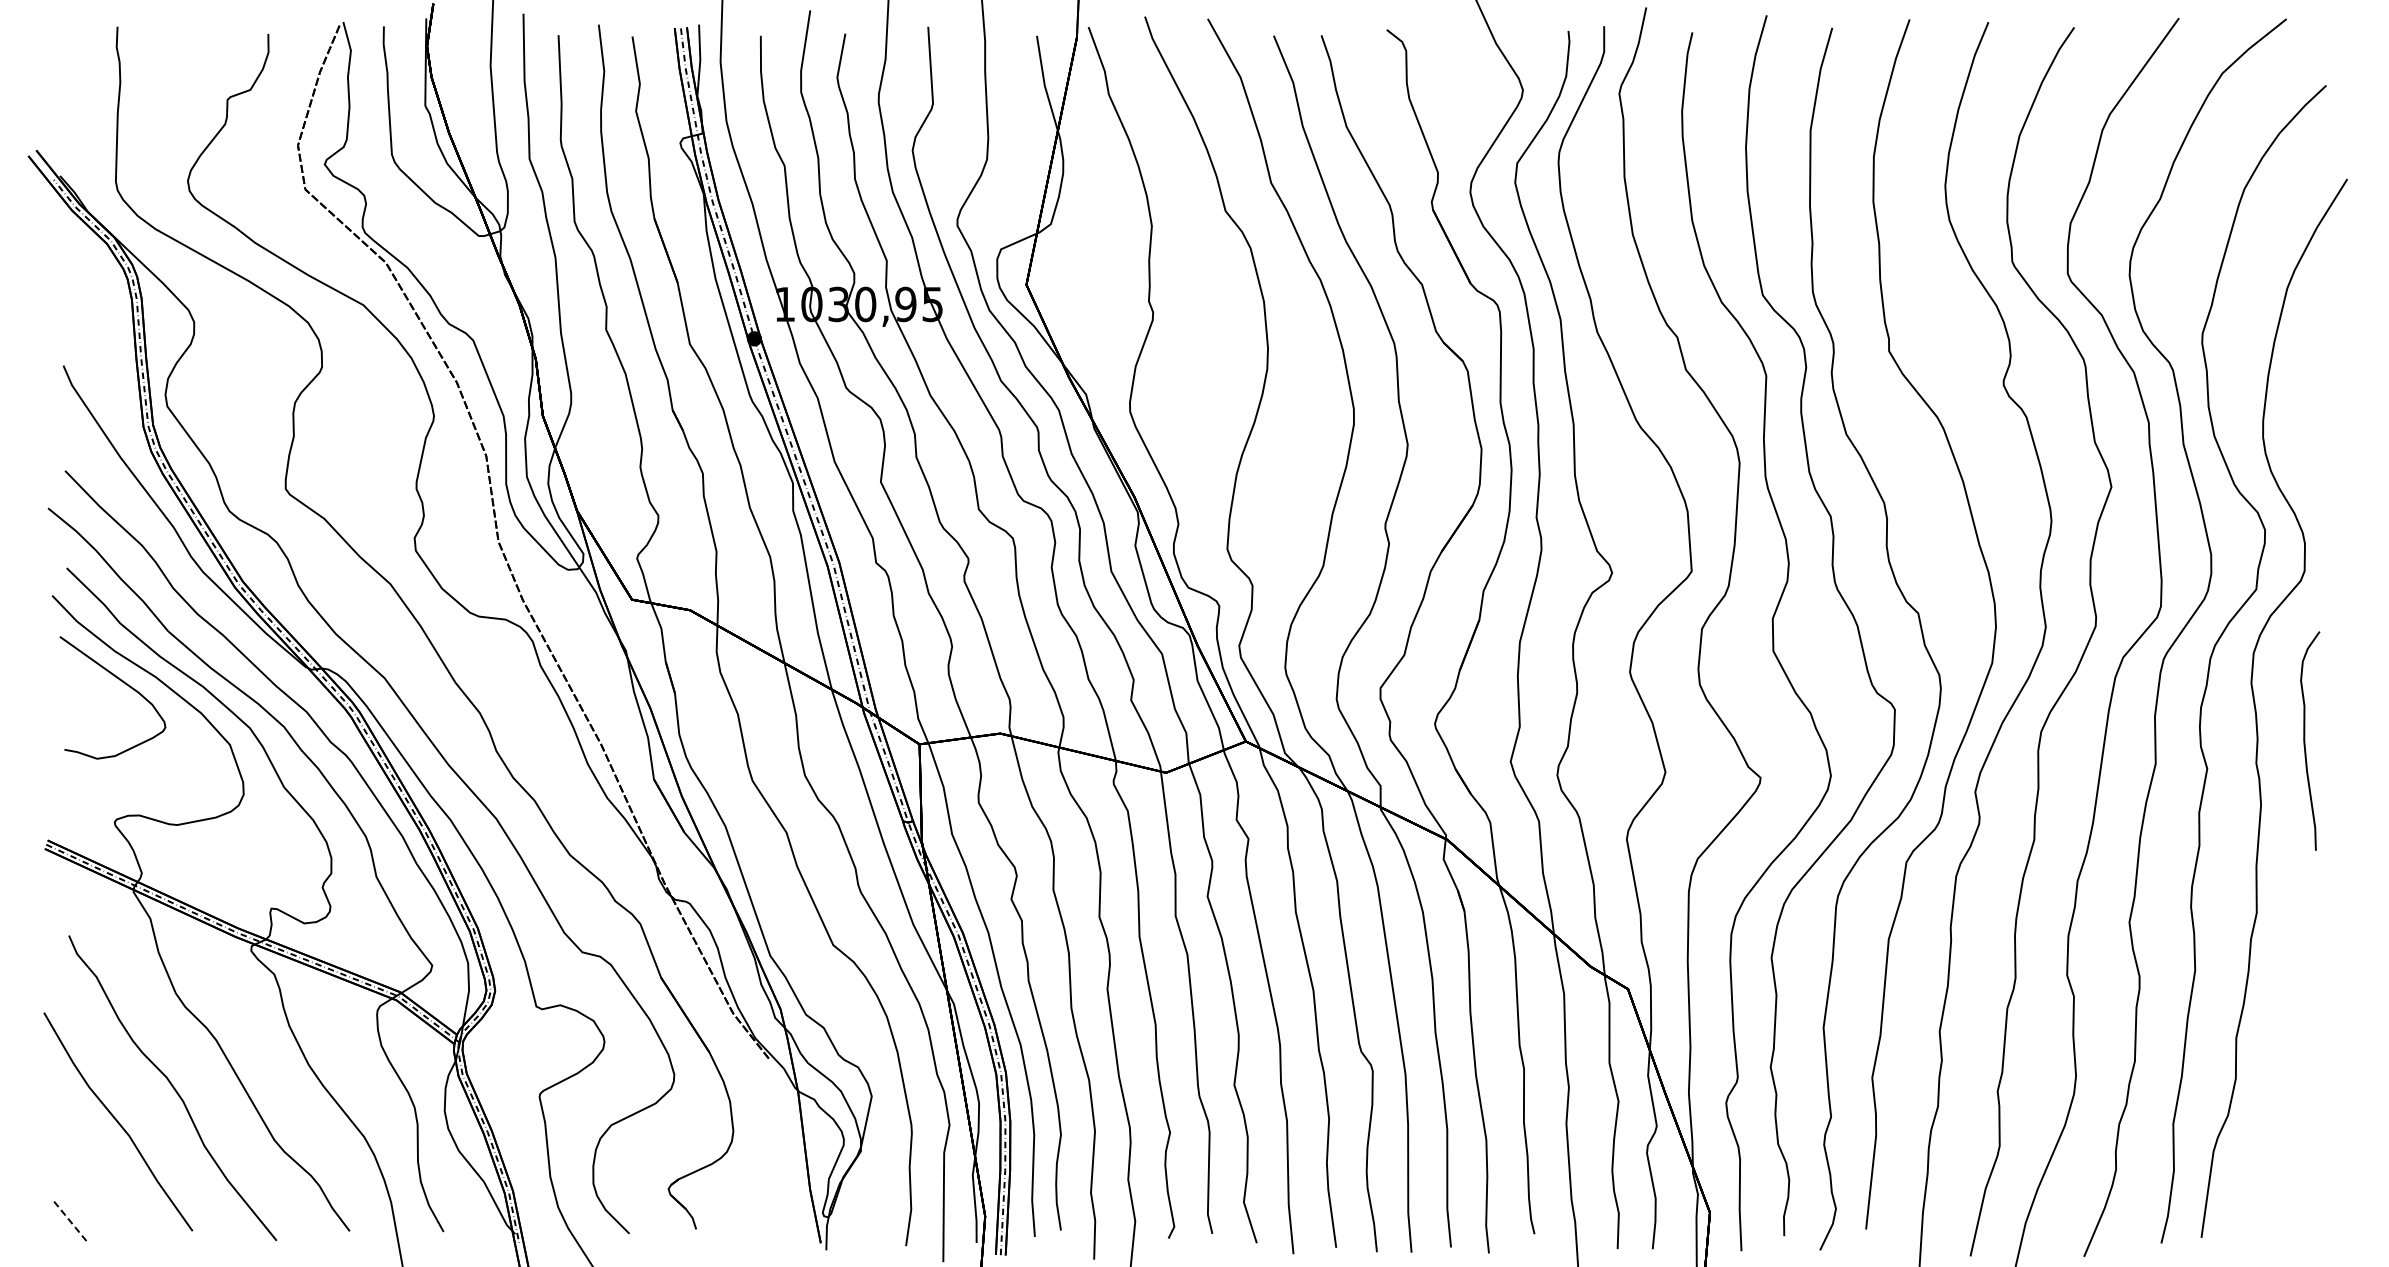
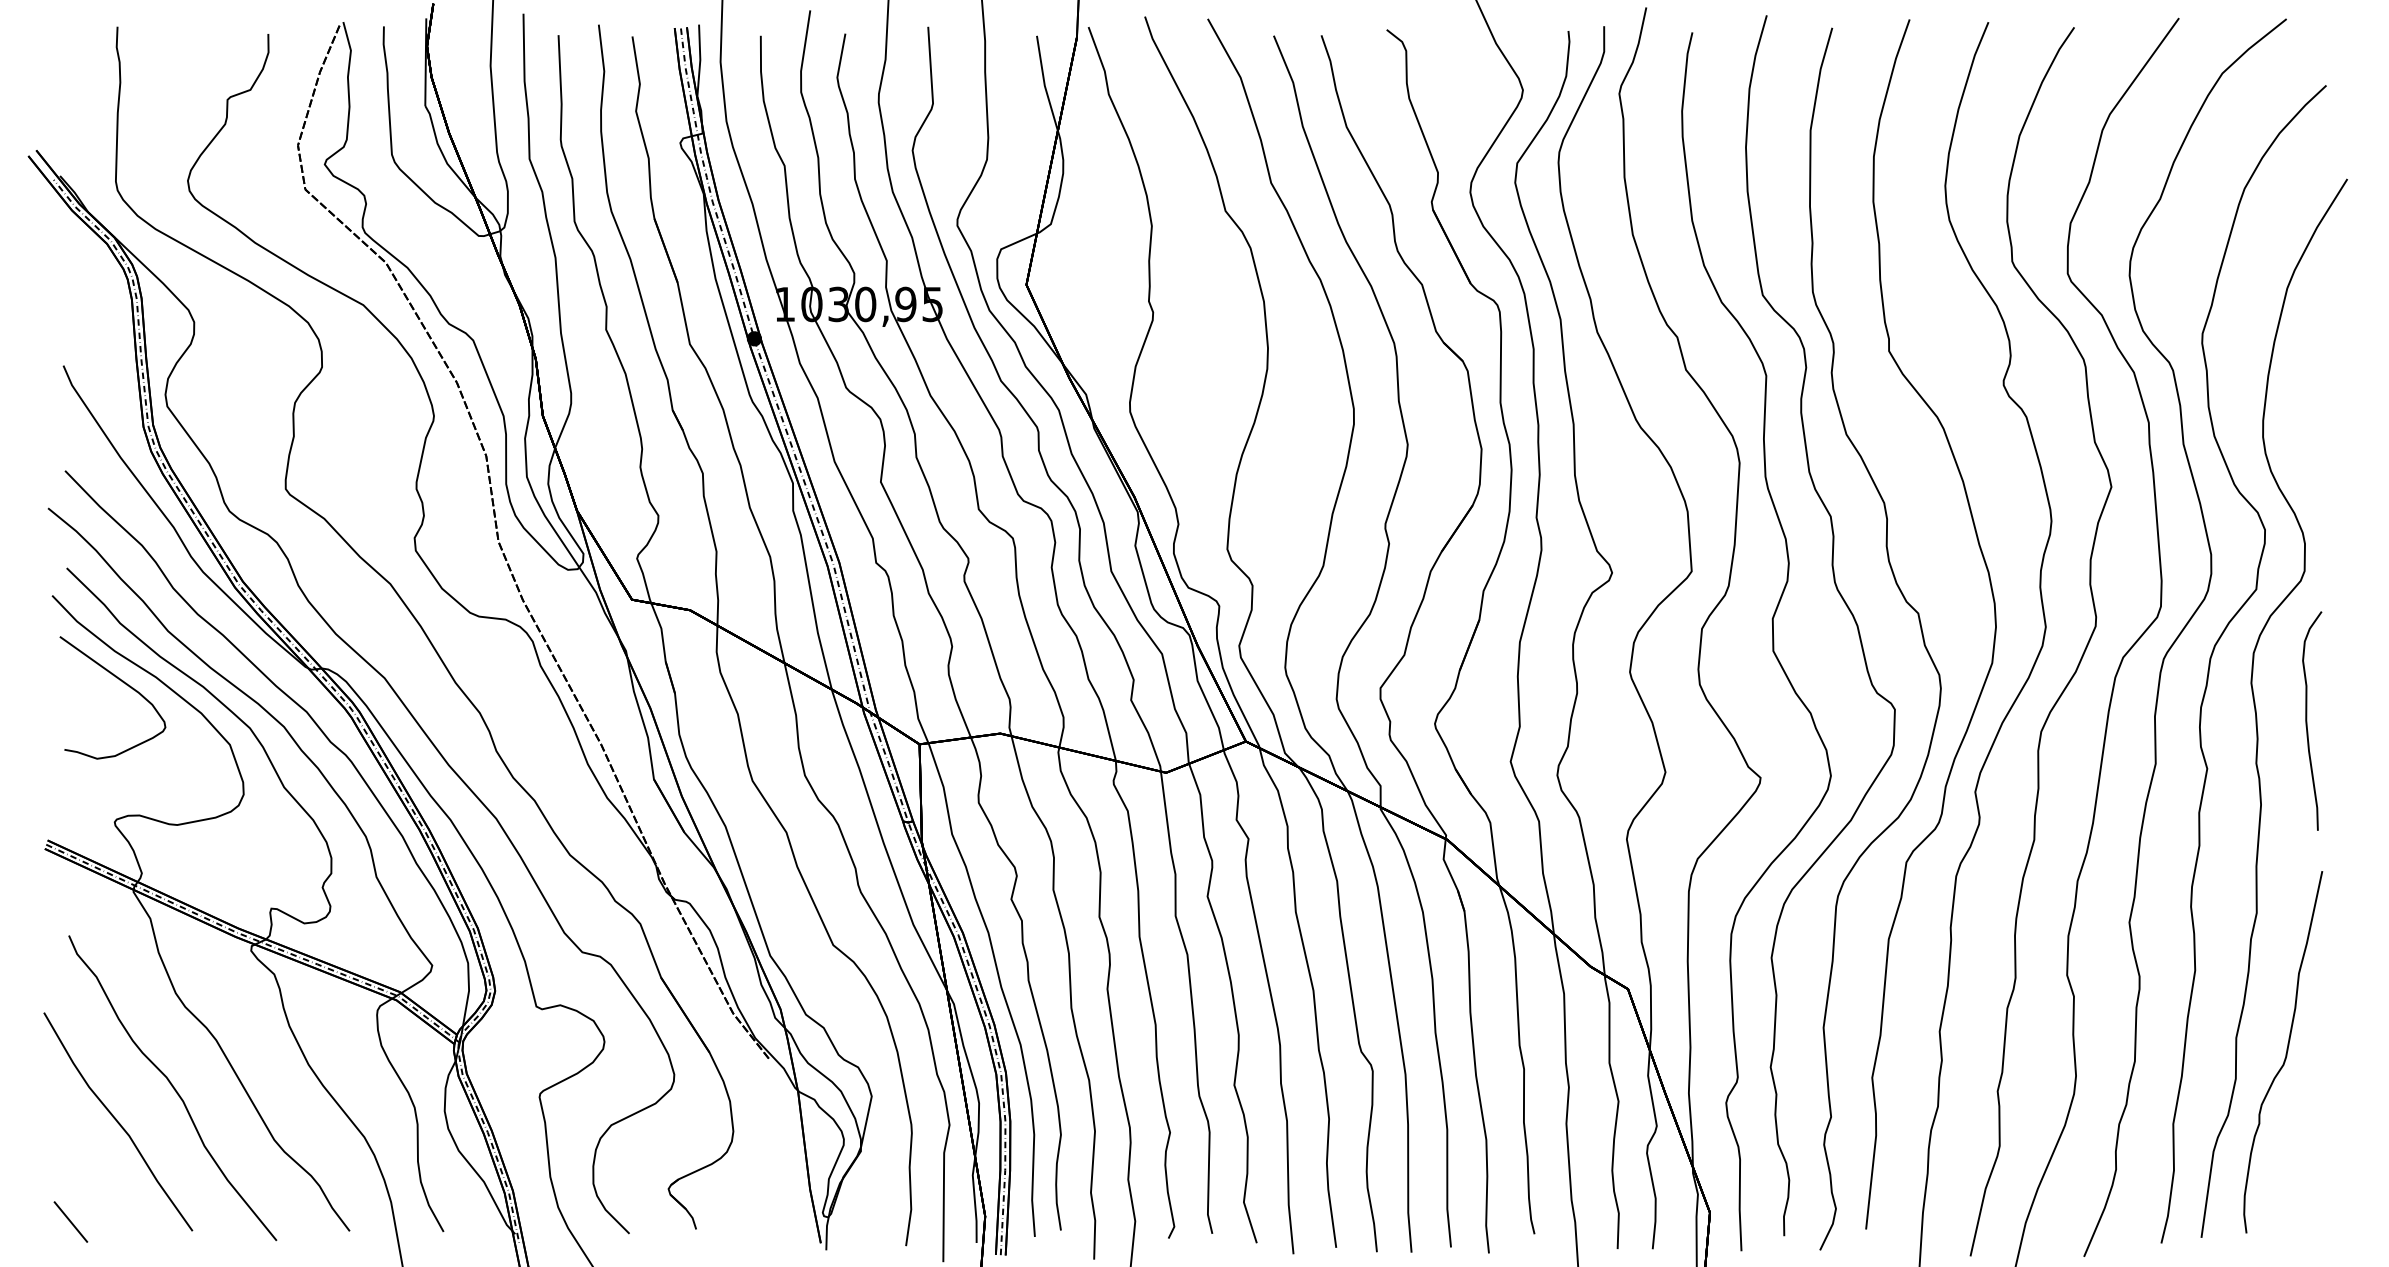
curve at (2305, 740) position: (2305, 740) -> (2307, 720)
curve at (2285, 1053): none -> present
line at (71, 1222): dashed -> solid
